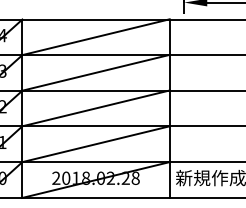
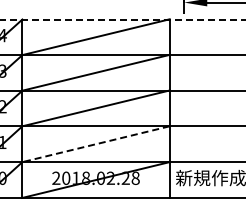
line at (123, 19): solid -> dashed
line at (96, 144): solid -> dashed
